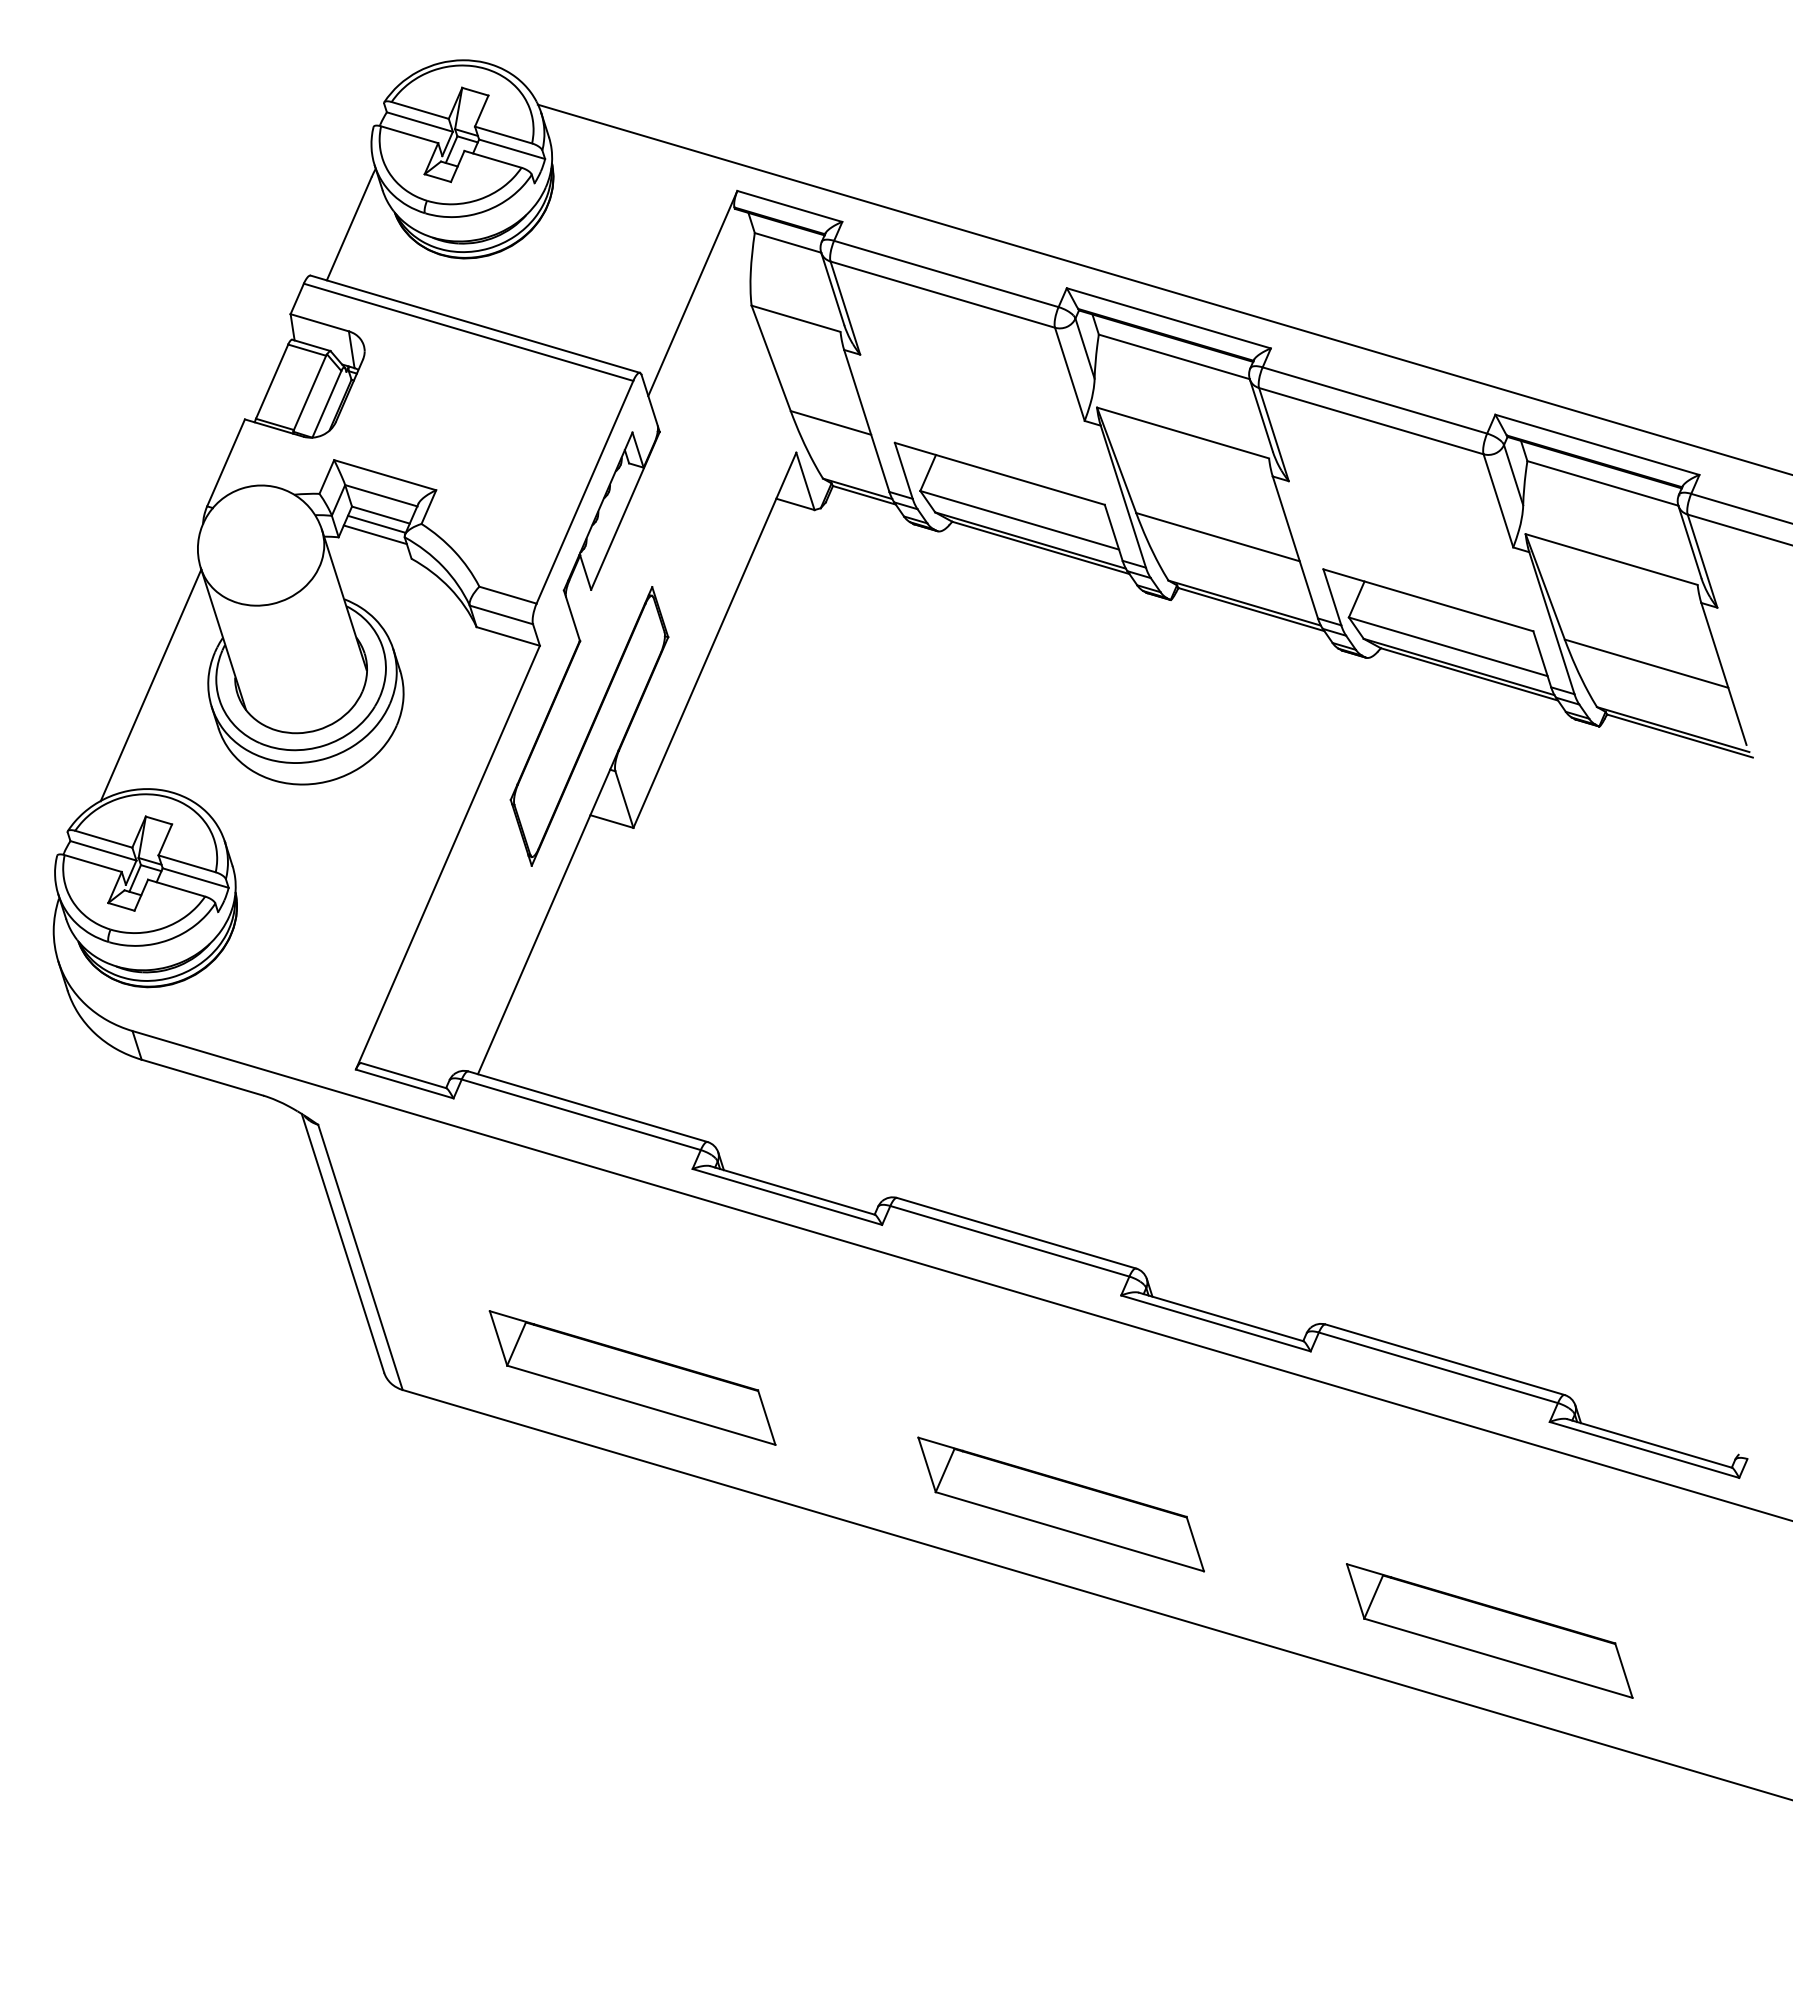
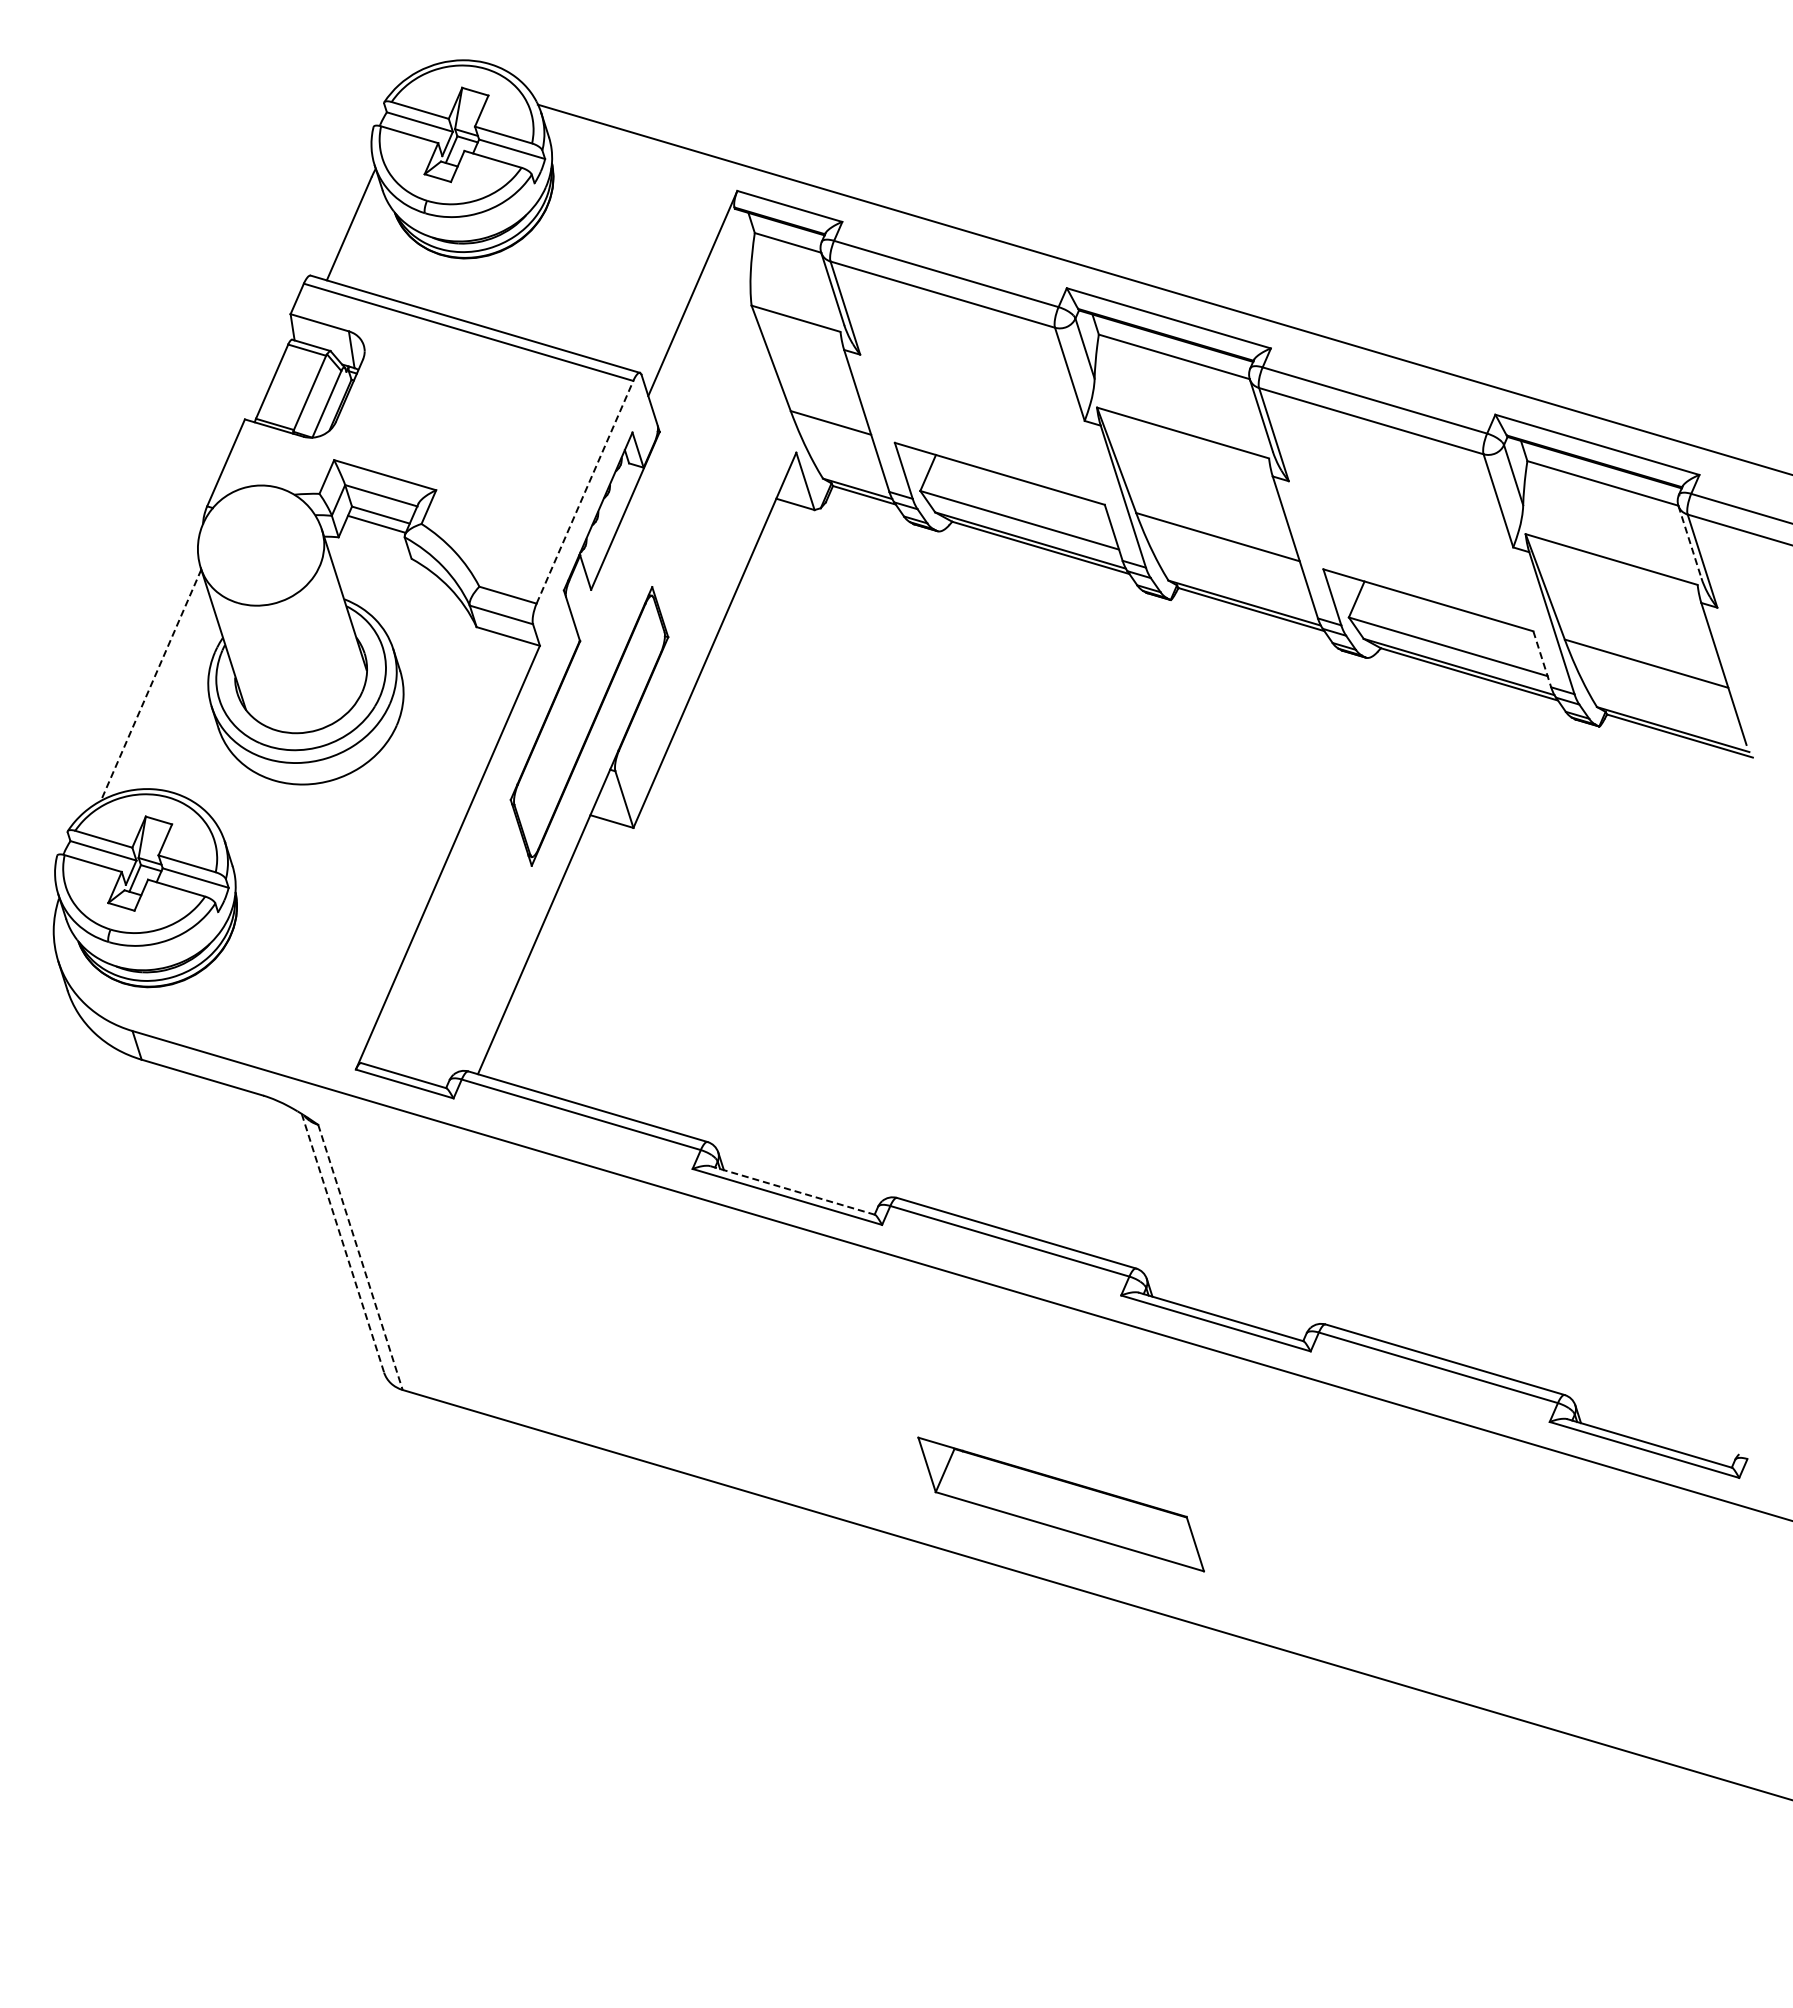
line at (585, 491): solid -> dashed
line at (374, 534): present -> none
line at (1689, 541): solid -> dashed
line at (1542, 659): solid -> dashed
line at (150, 685): solid -> dashed
line at (792, 1190): solid -> dashed
line at (342, 1243): solid -> dashed
line at (360, 1257): solid -> dashed
part at (632, 1377): present -> none
part at (1489, 1630): present -> none
